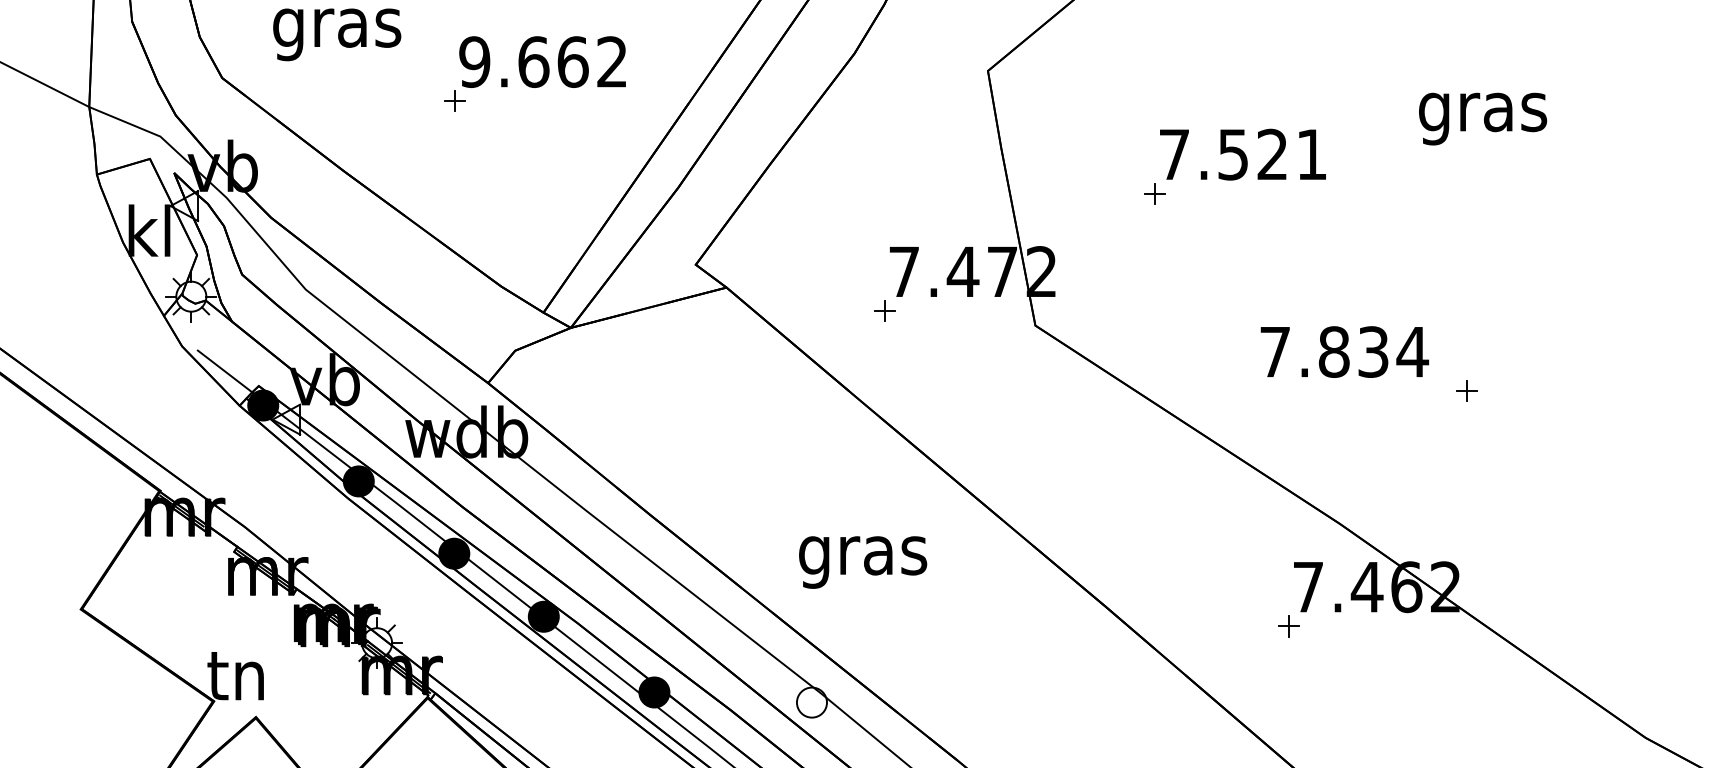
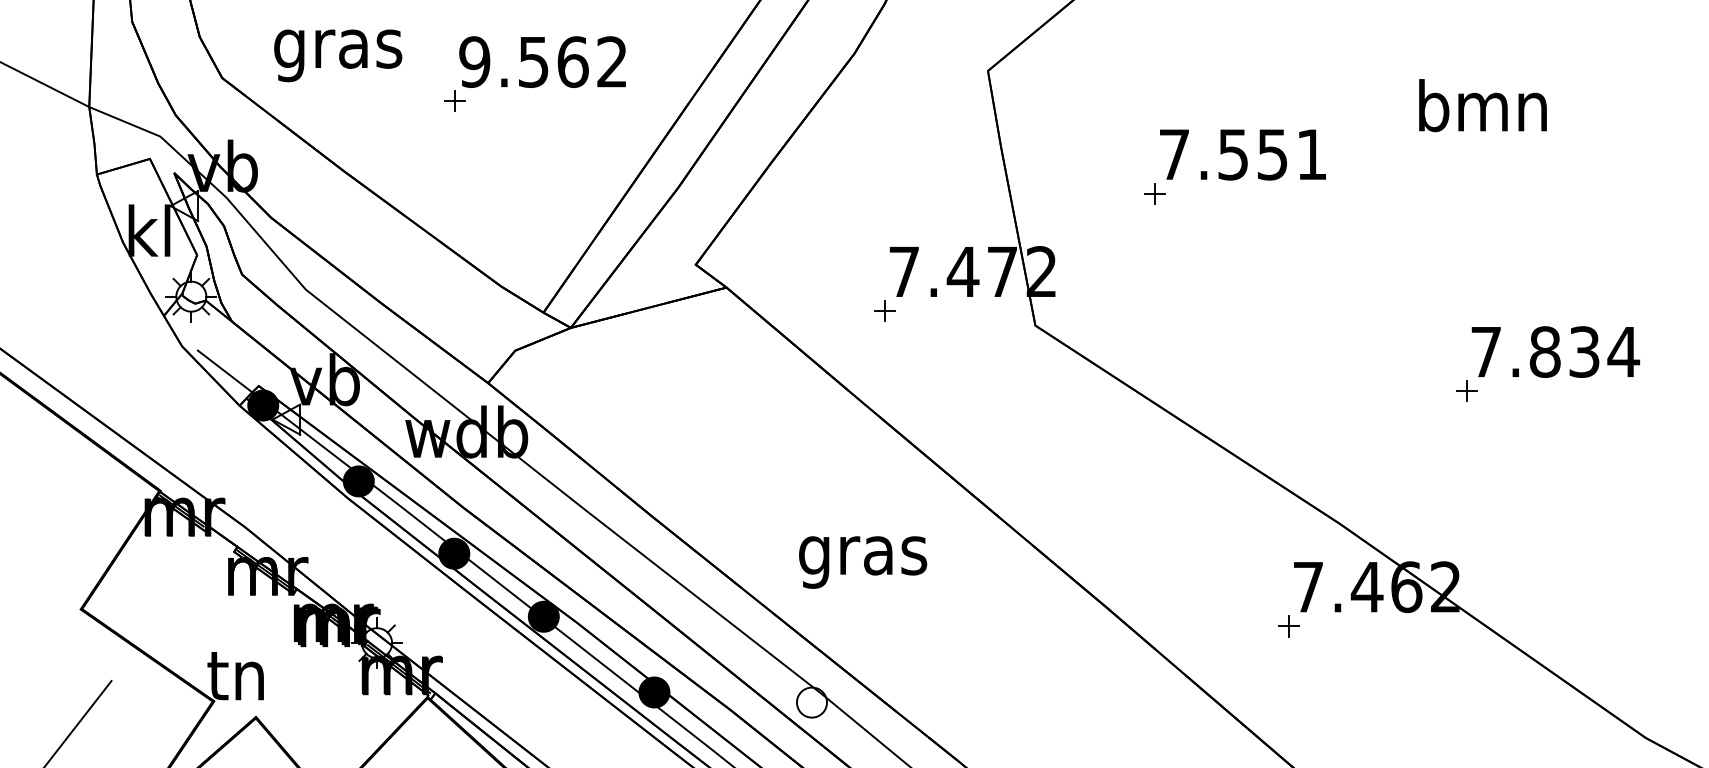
text at (337, 34) position: (337, 34) -> (338, 55)
text at (533, 62): 9.662 -> 9.562
text at (1483, 112): gras -> bmn
text at (1271, 154): 7.521 -> 7.551
text at (1344, 351) position: (1344, 351) -> (1555, 351)
line at (78, 722): none -> present
